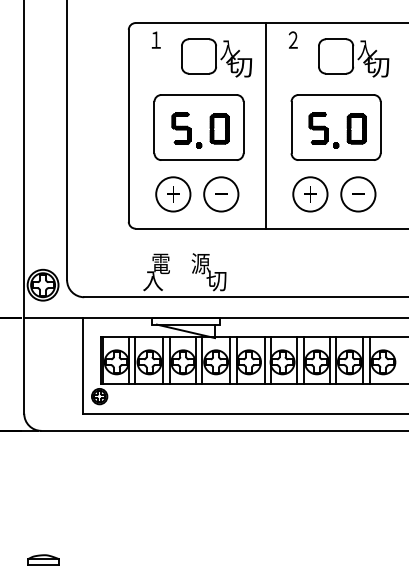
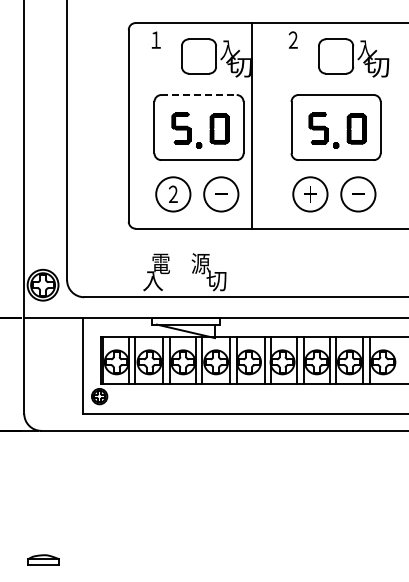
line at (199, 95): solid -> dashed
line at (265, 125) position: (265, 125) -> (251, 125)
text at (173, 193): ＋ -> ２
